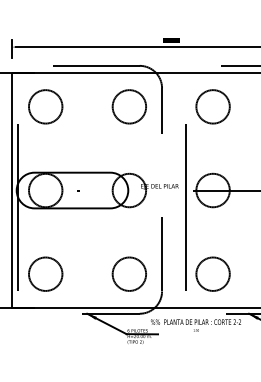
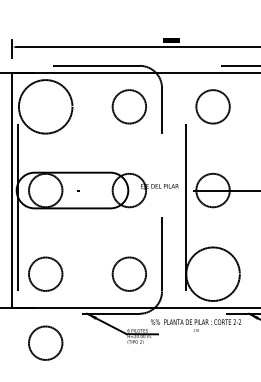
circle at (45, 106) diameter: 33 px -> 54 px
circle at (212, 273) diameter: 33 px -> 54 px
circle at (45, 342): none -> present
